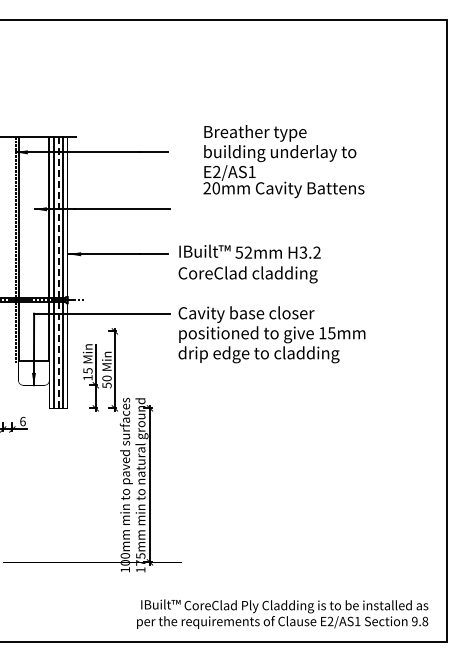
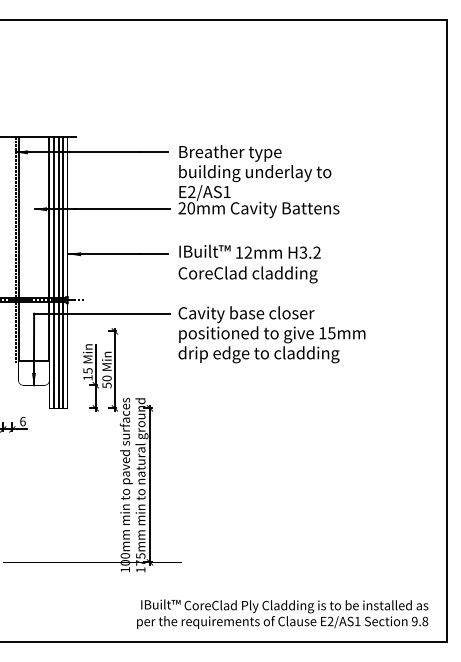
text at (283, 161) position: (283, 161) -> (258, 181)
text at (238, 252): 52mm -> 12mm
line at (58, 272): dashed -> solid
